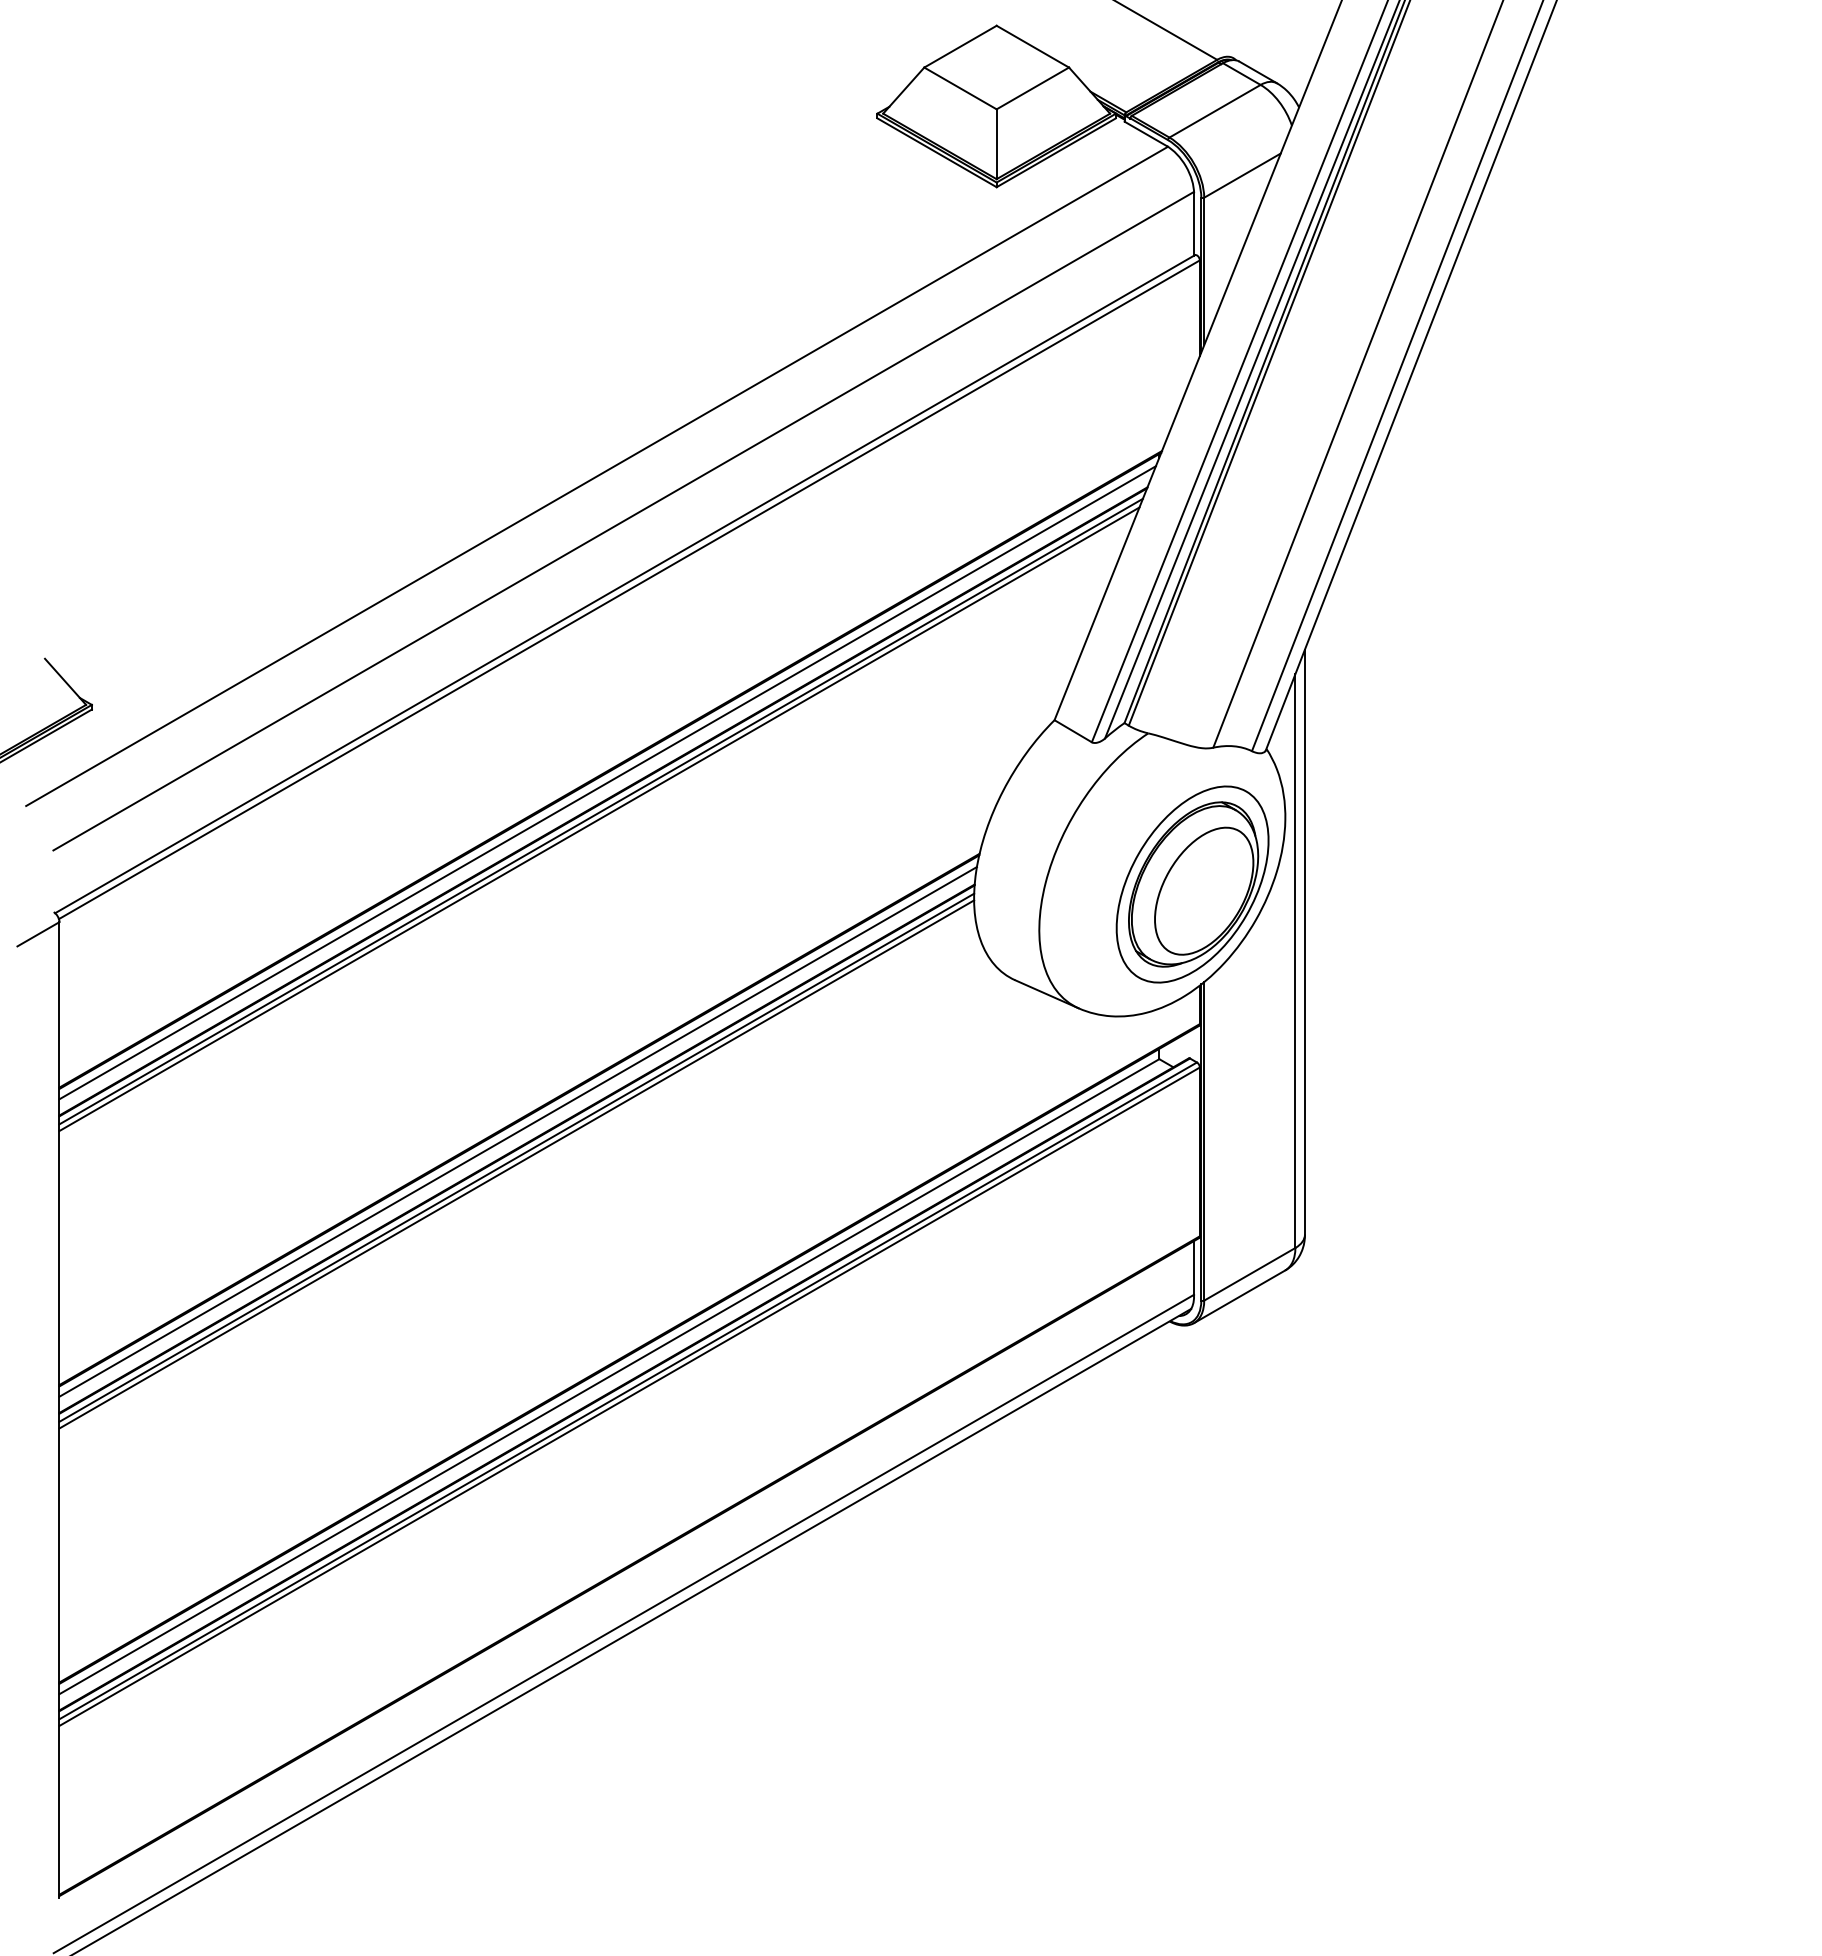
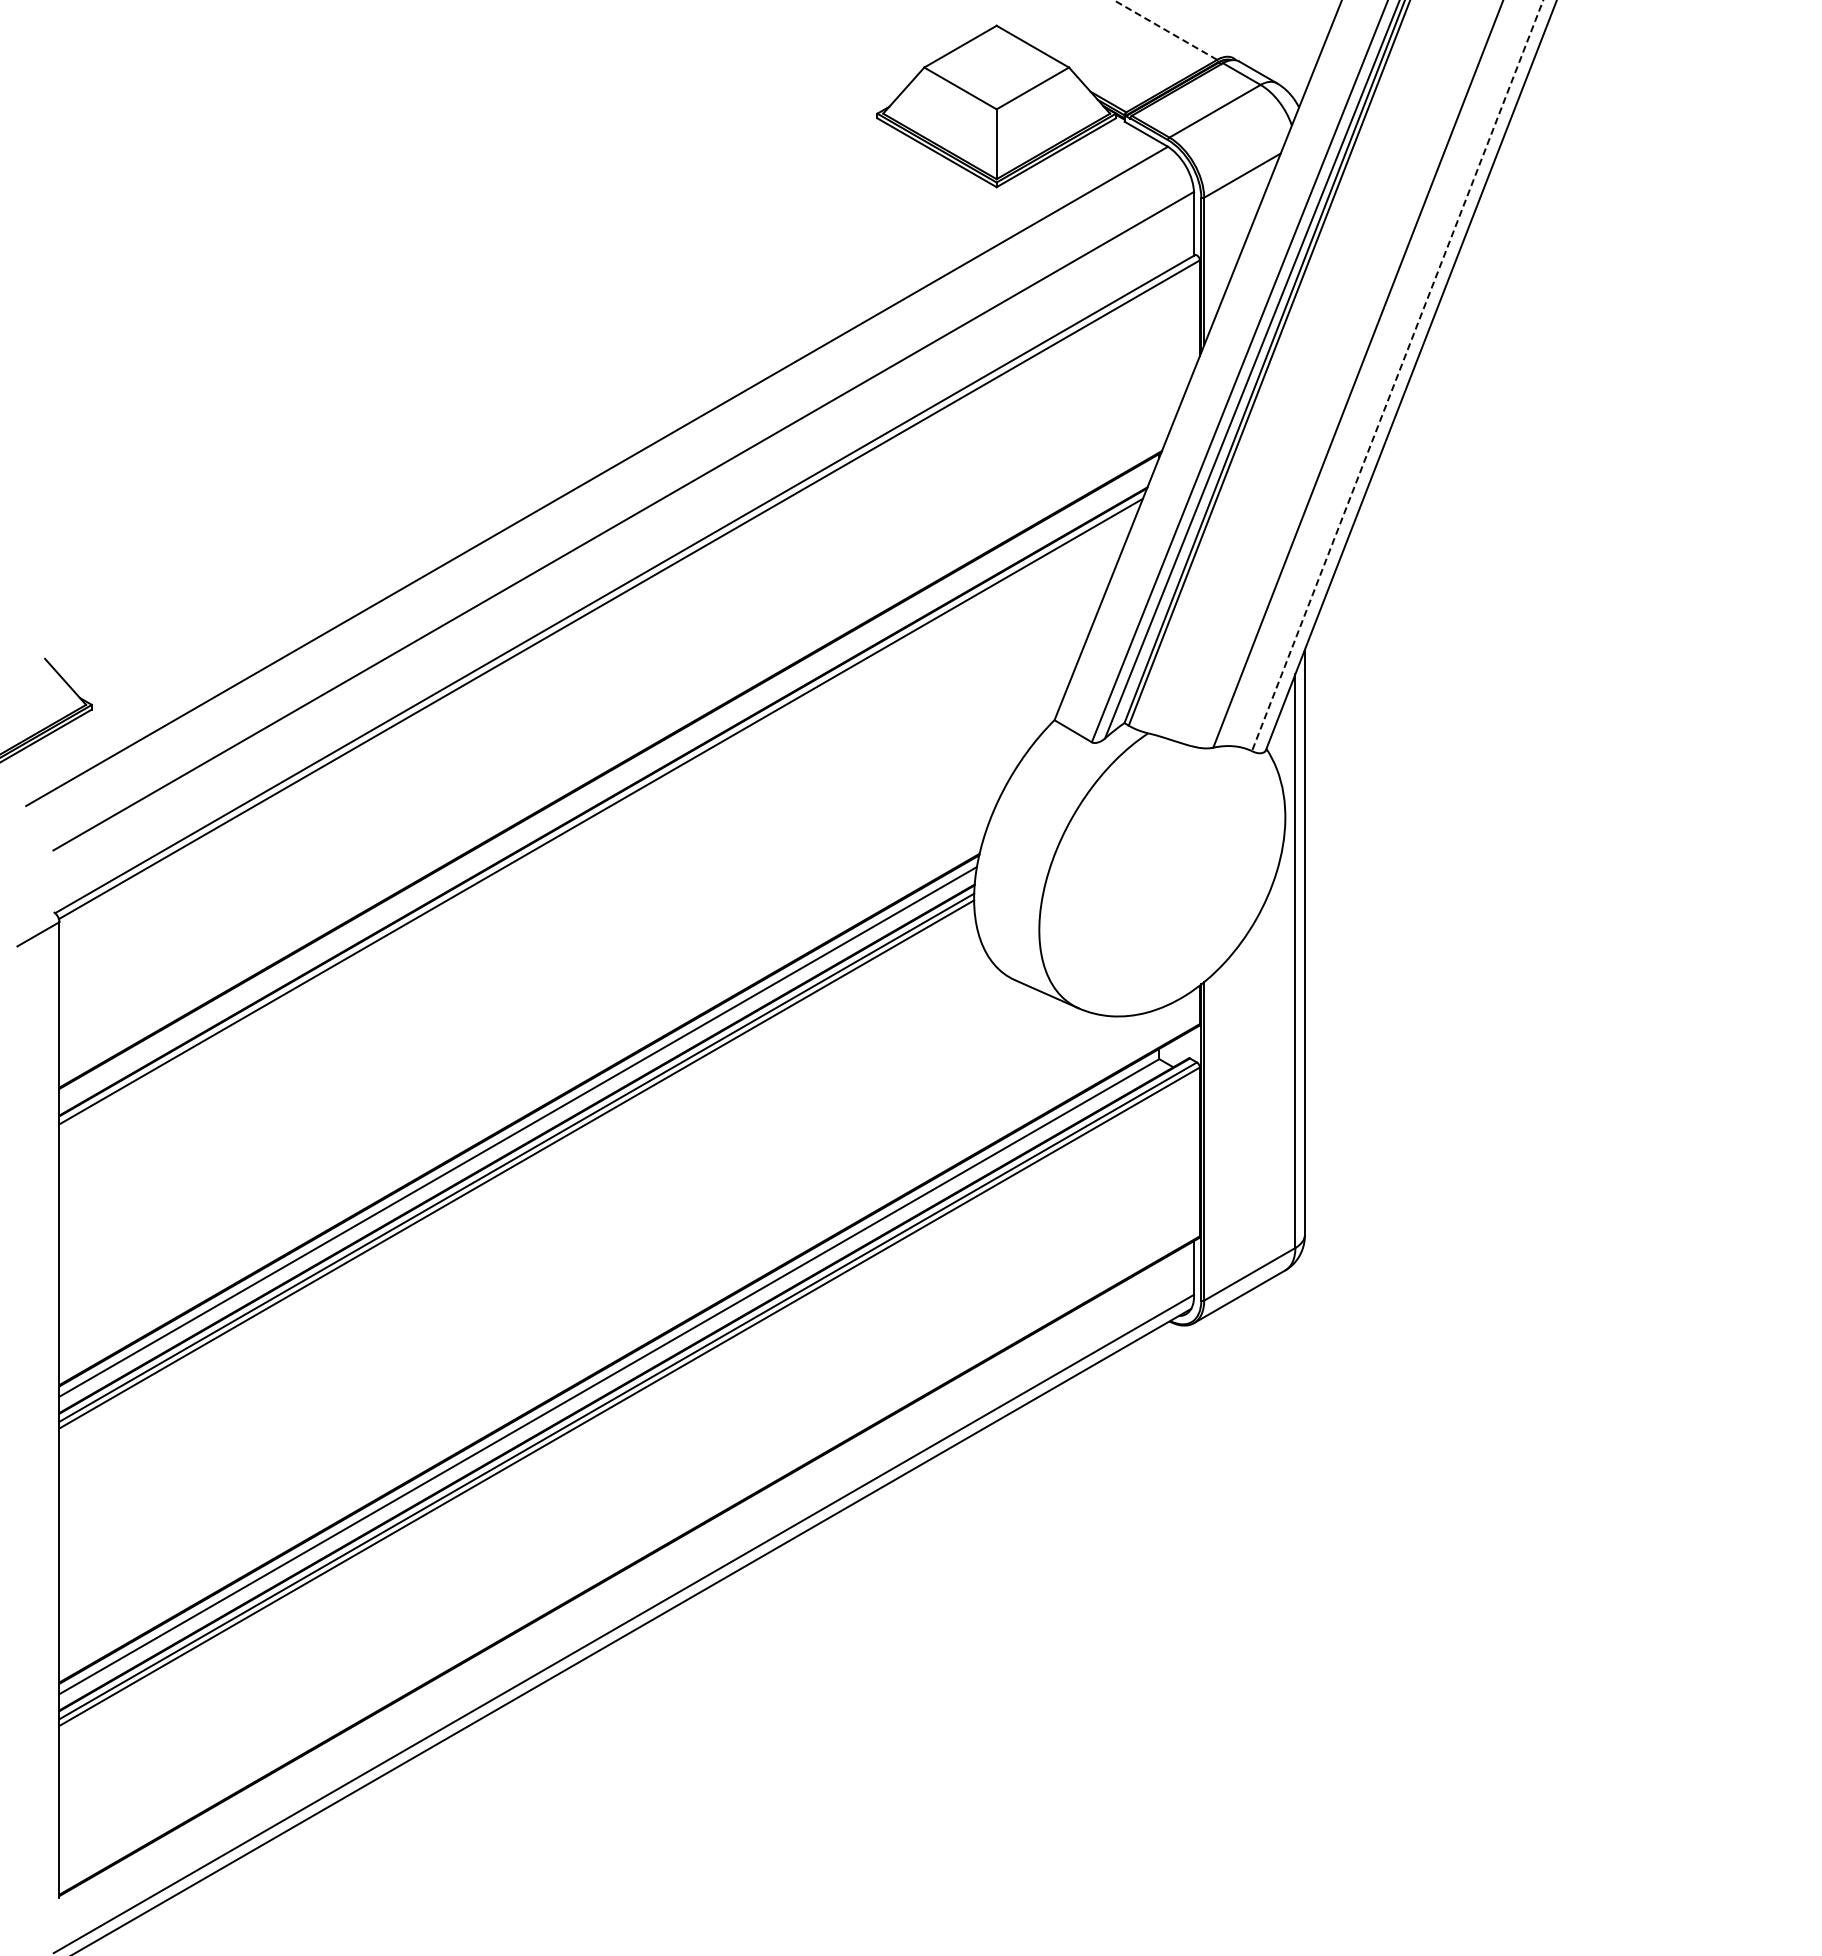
line at (1165, 29): solid -> dashed
line at (1397, 375): solid -> dashed
line at (607, 782): present -> none
line at (599, 819): present -> none
part at (1192, 884): present -> none
